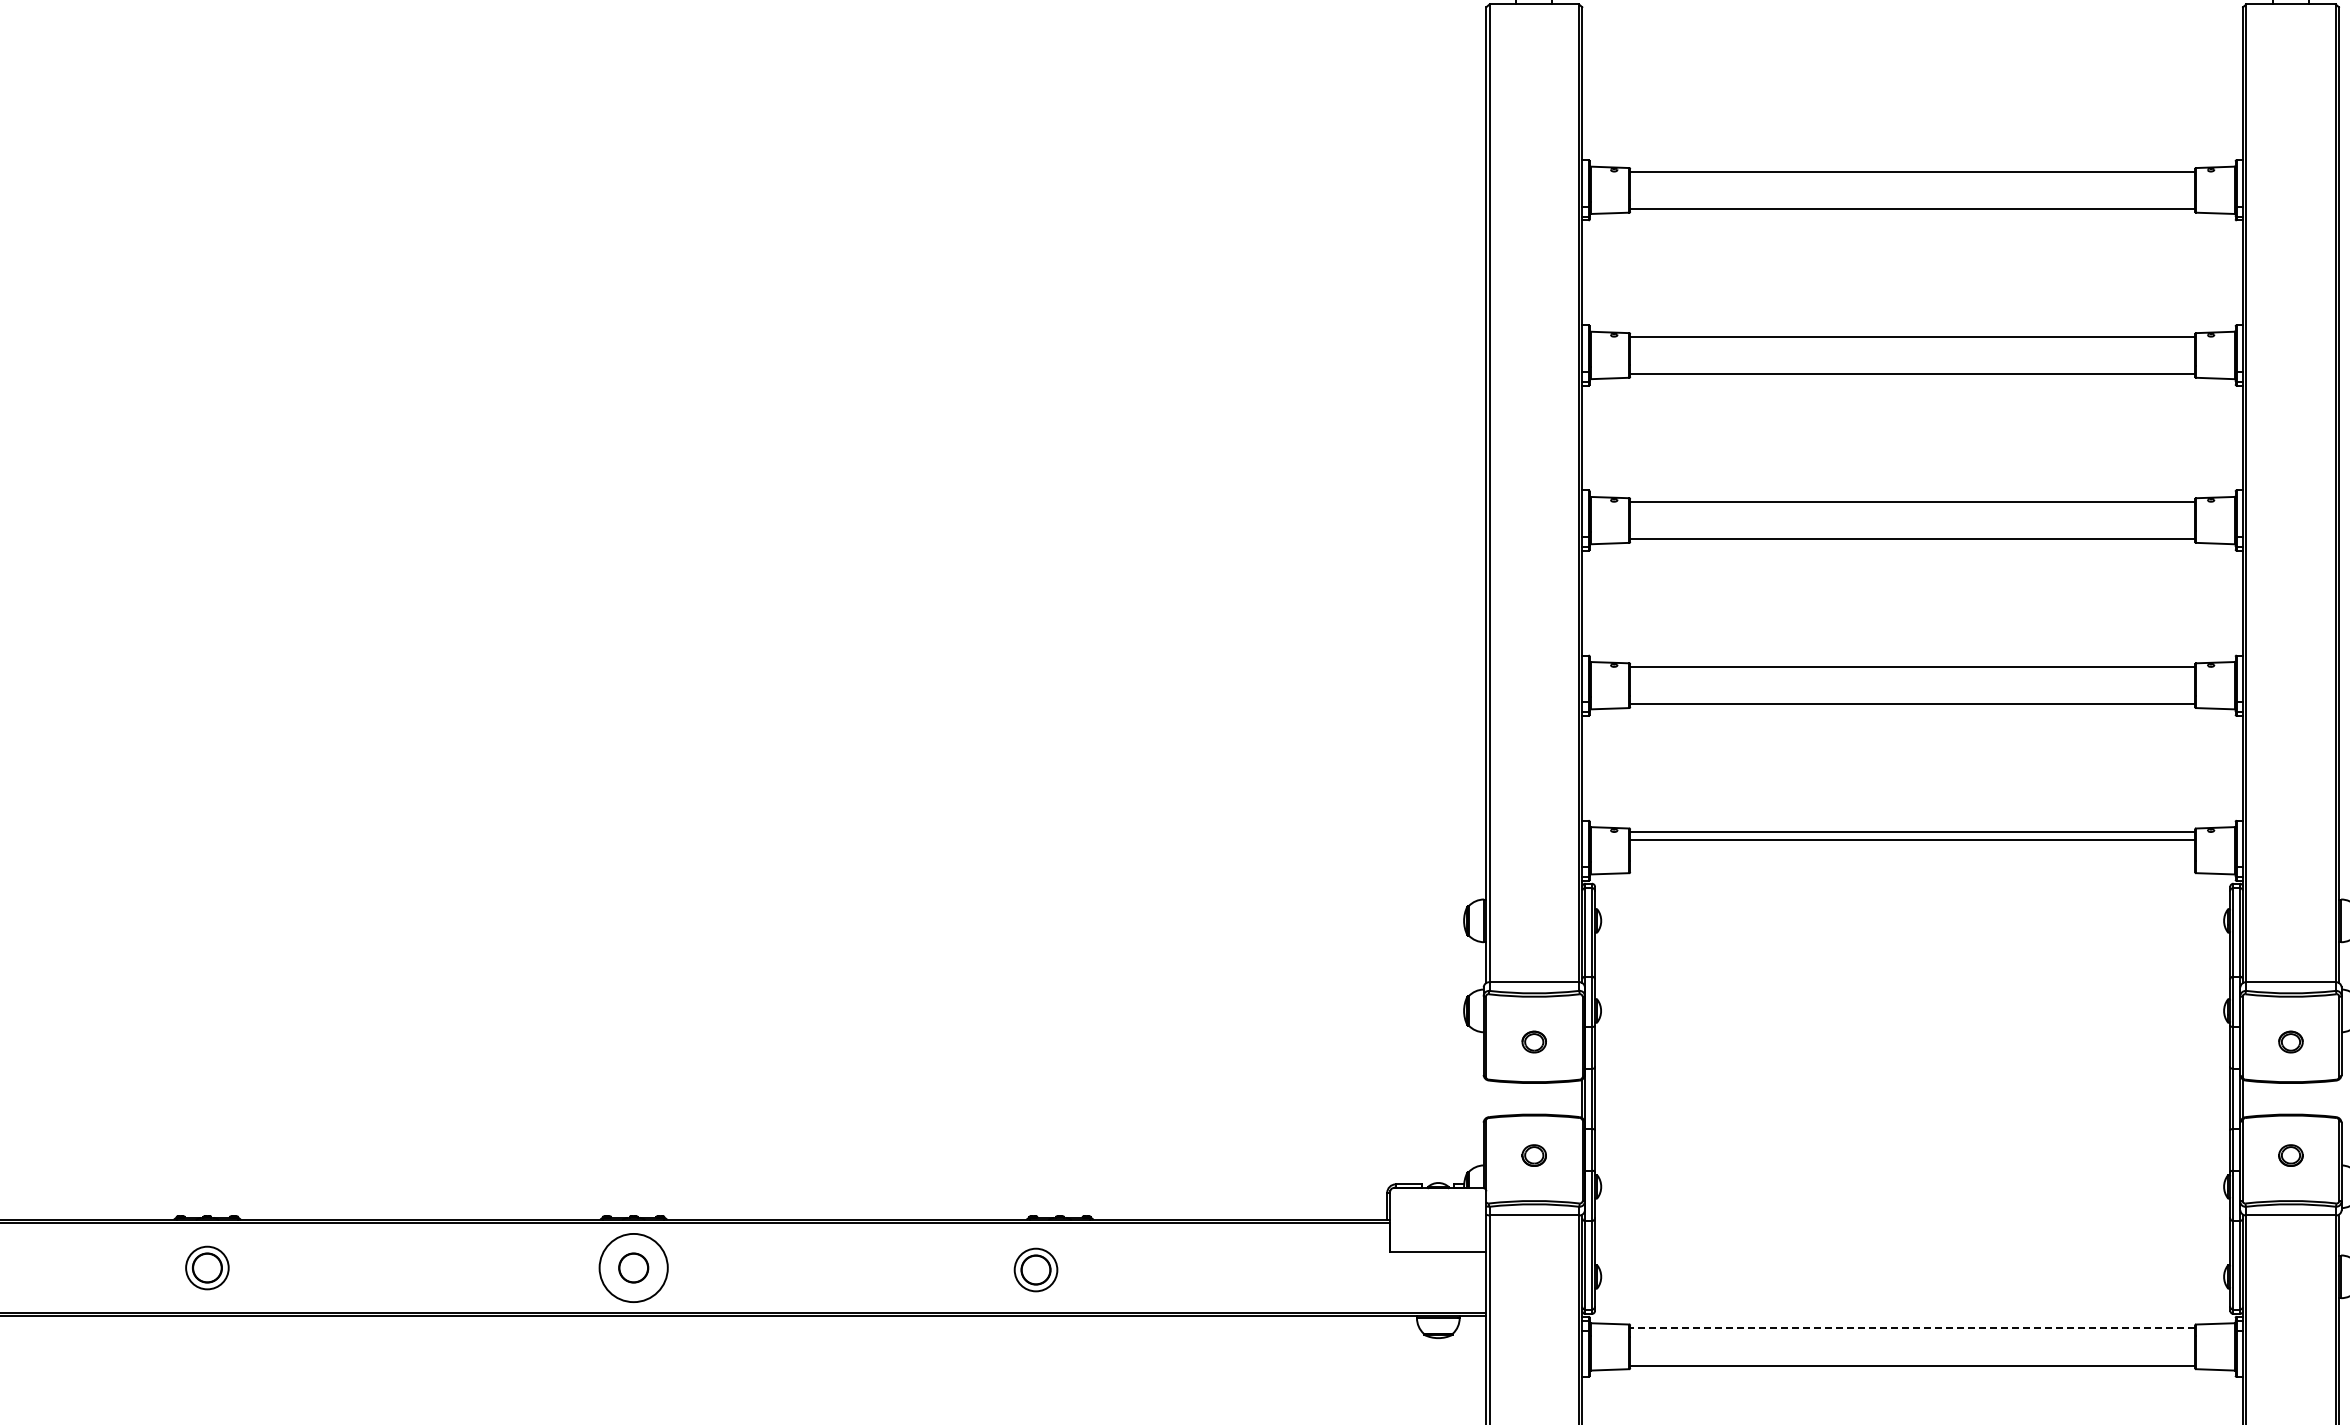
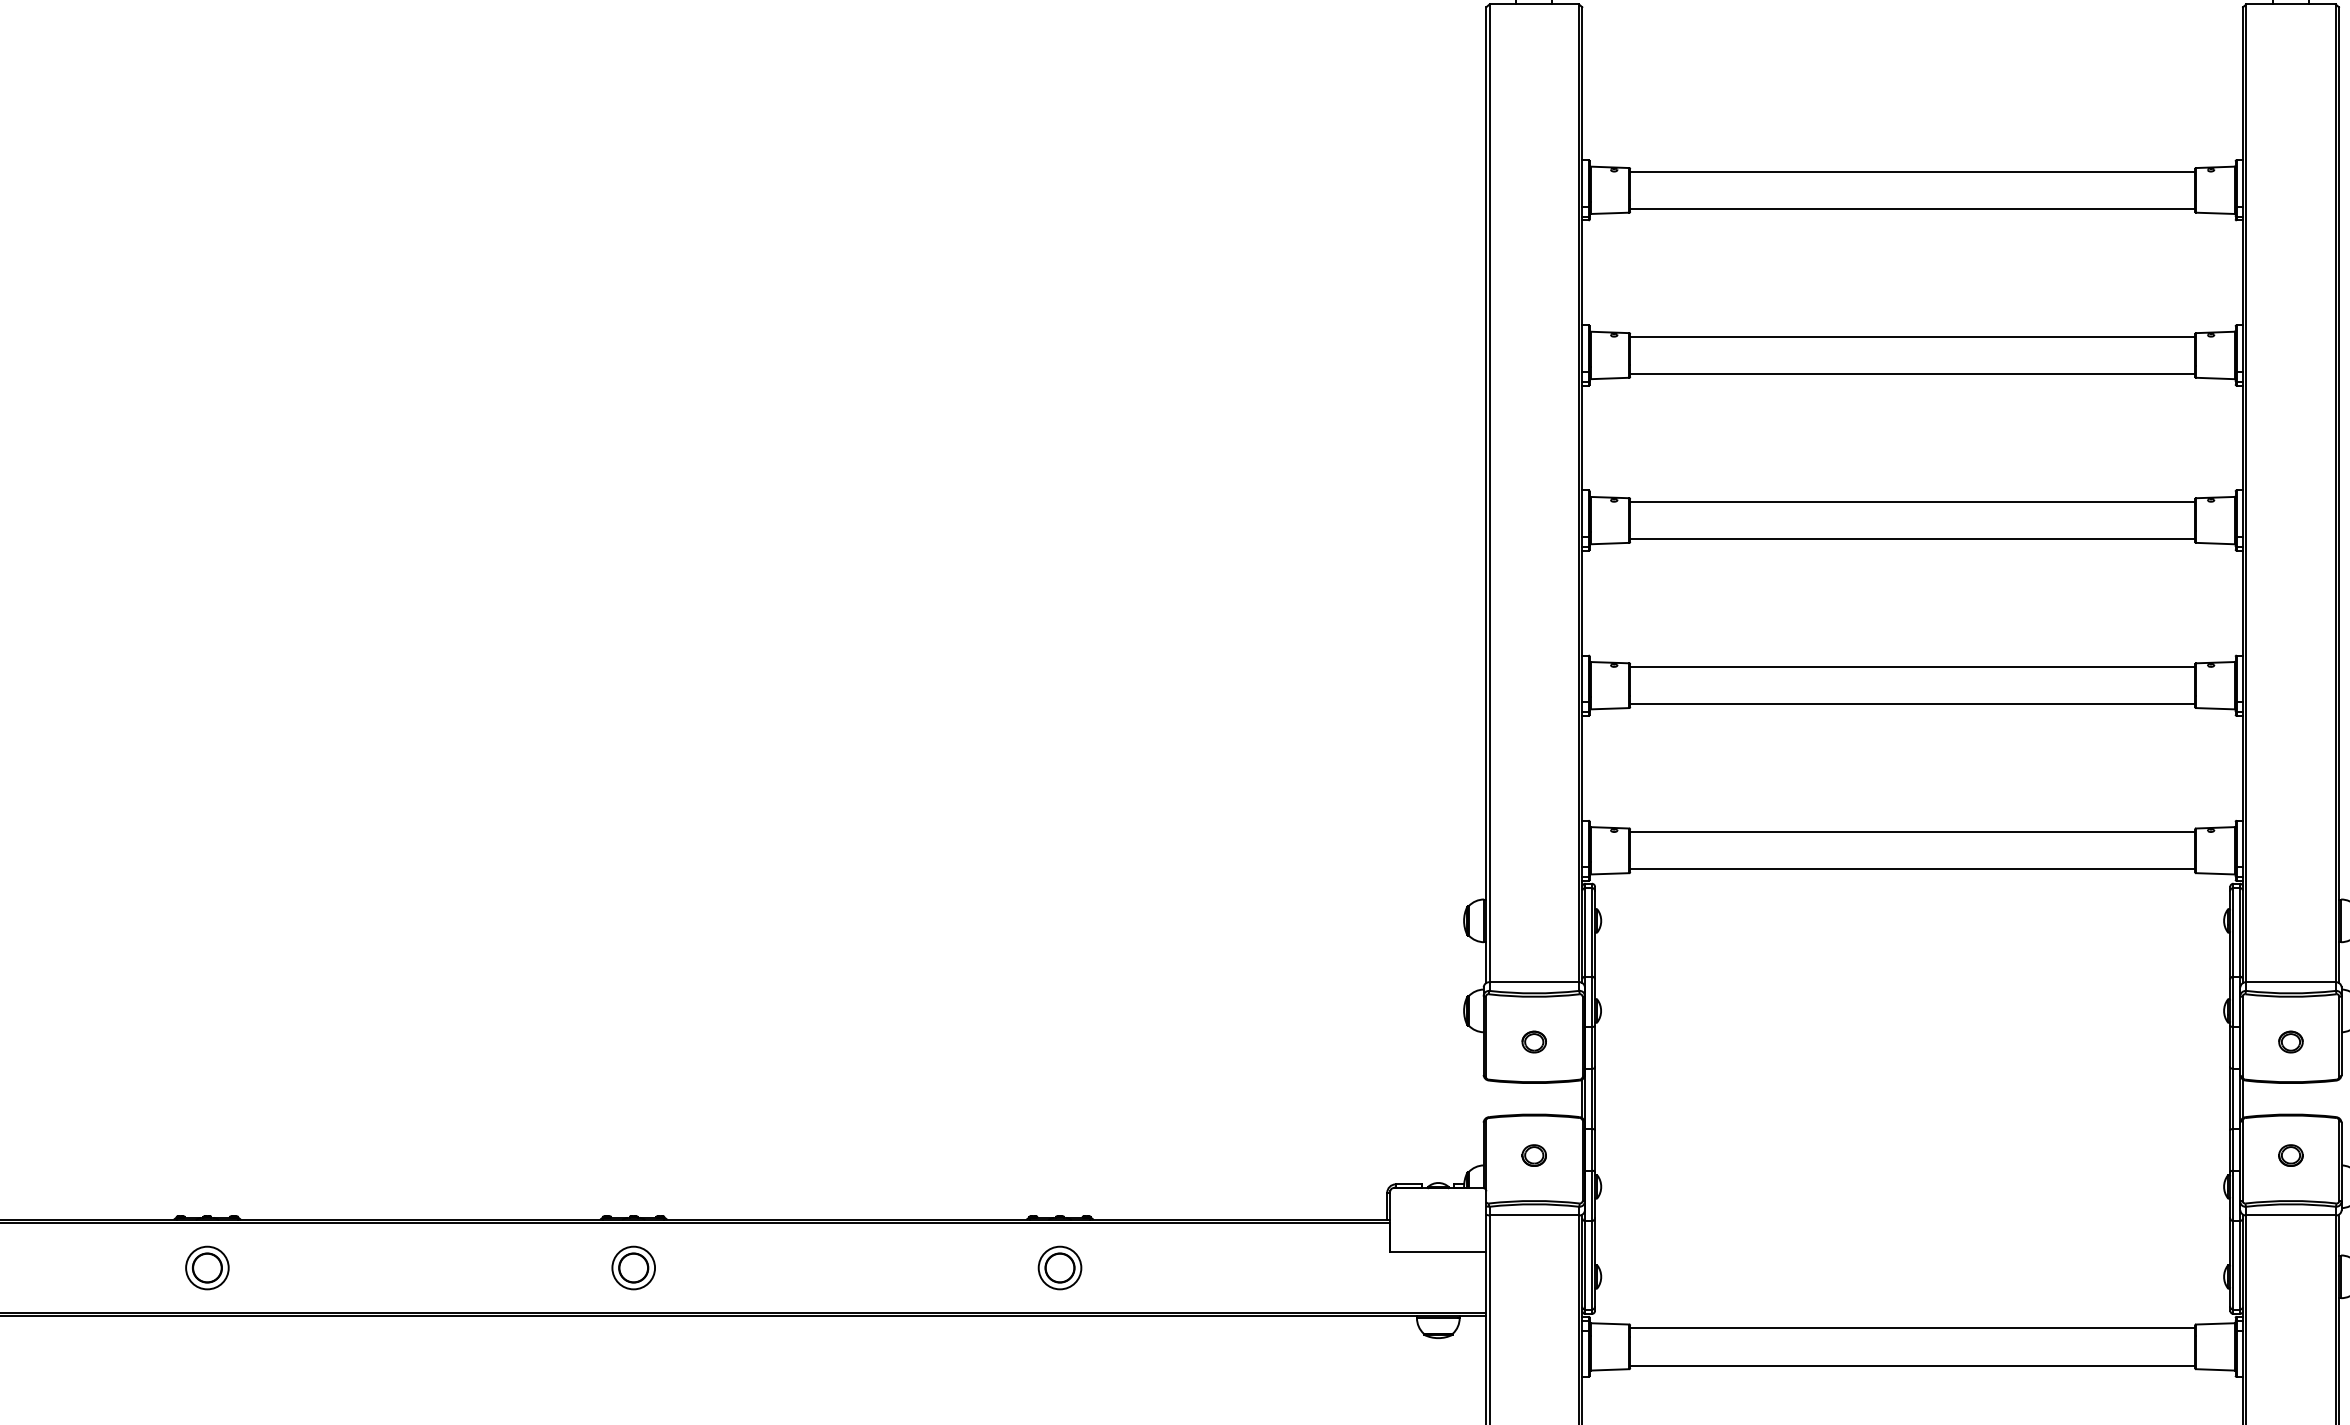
line at (1912, 840) position: (1912, 840) -> (1912, 869)
circle at (633, 1267) diameter: 68 px -> 43 px
part at (1035, 1269) position: (1035, 1269) -> (1059, 1267)
line at (1912, 1328): dashed -> solid
